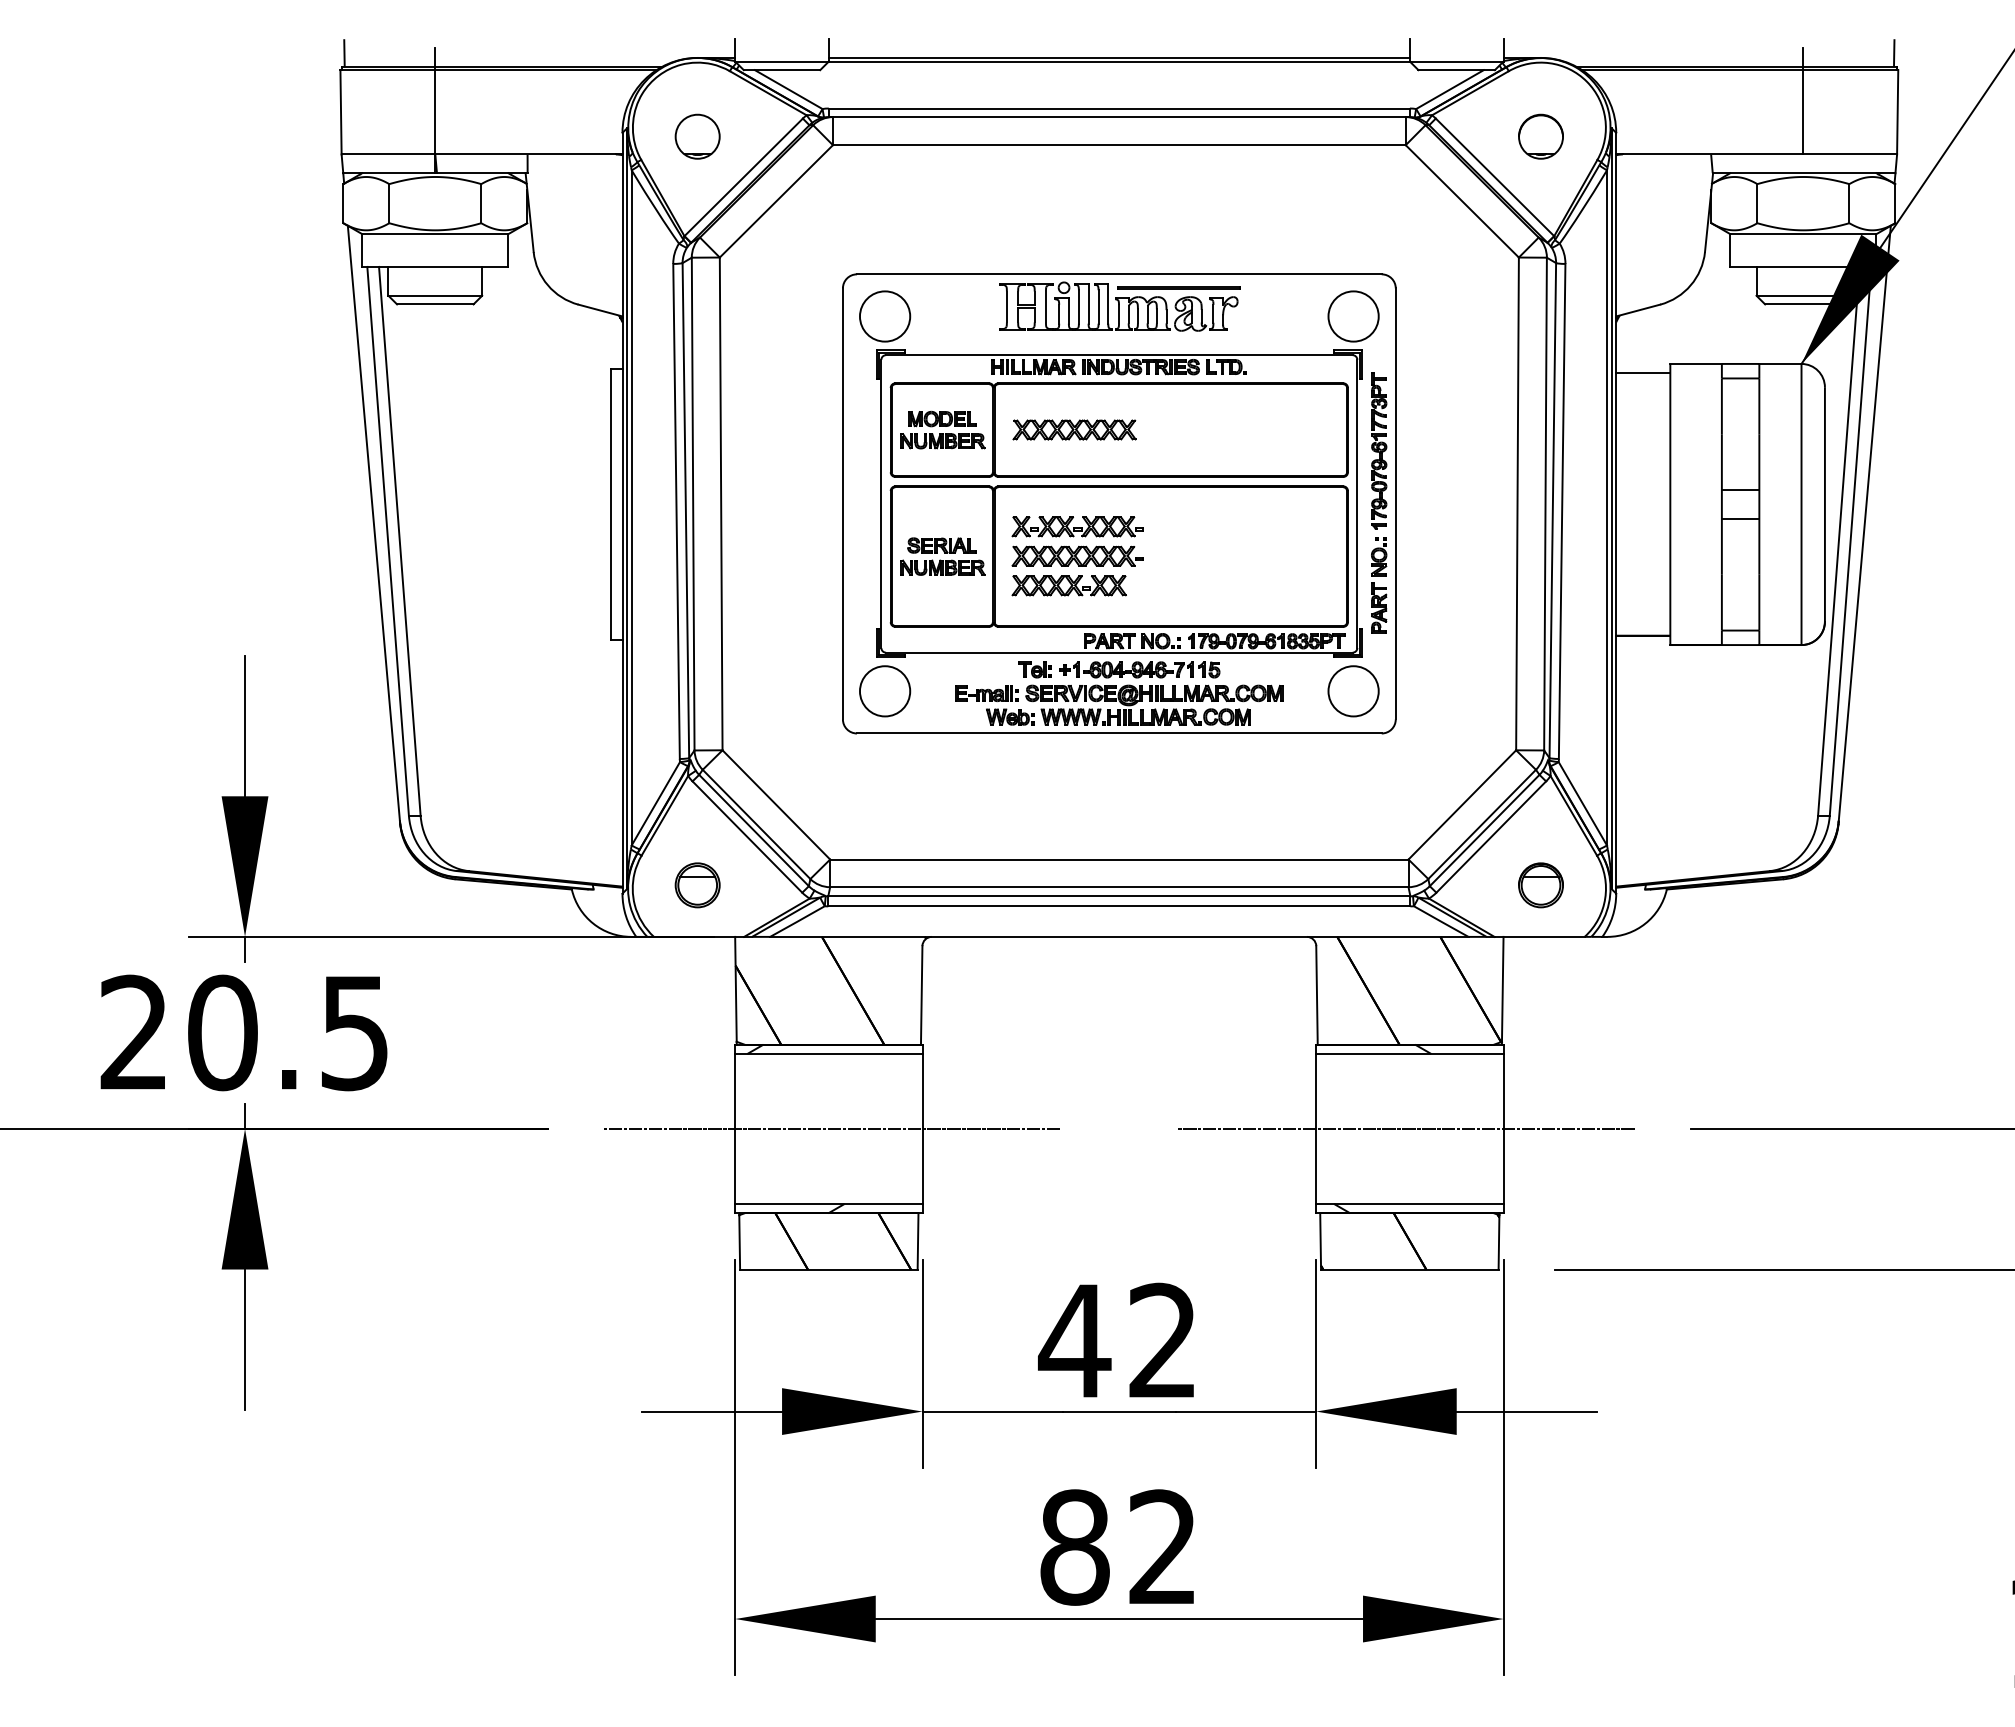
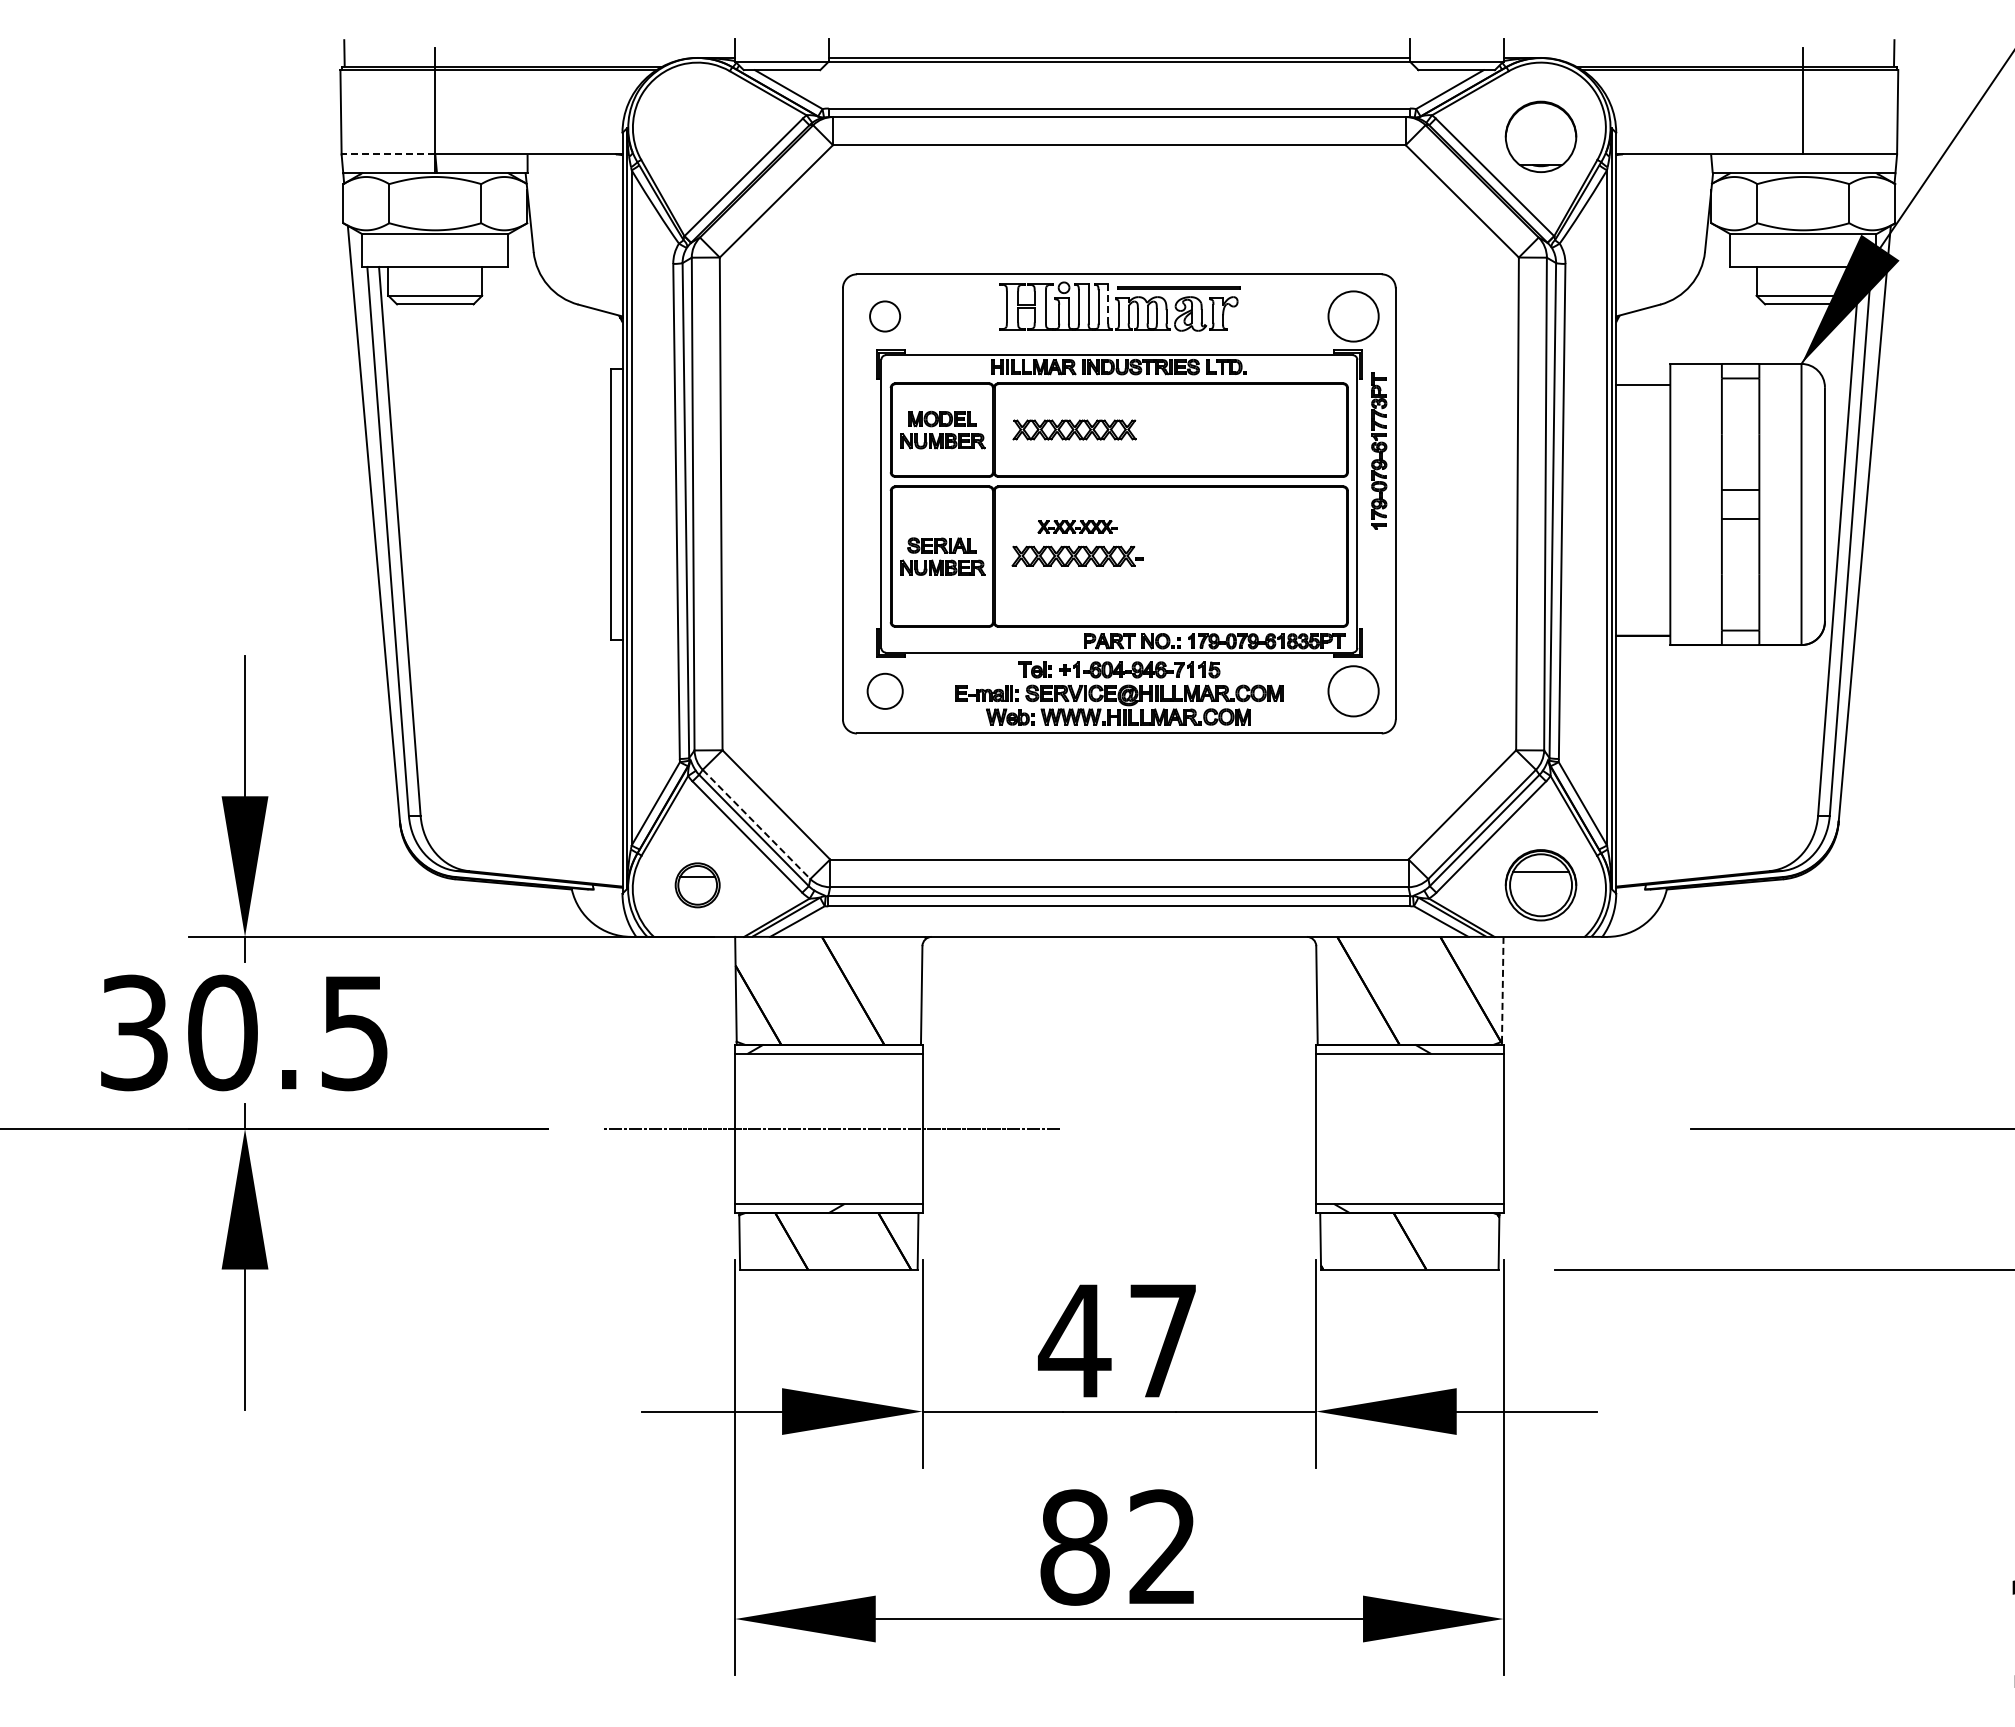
part at (697, 136): present -> none
part at (1540, 136) size: 46x47 px -> 74x73 px
line at (388, 154): solid -> dashed
line at (1108, 304): solid -> dashed
circle at (884, 316) diameter: 50 px -> 30 px
line at (1643, 373) position: (1643, 373) -> (1643, 385)
part at (1077, 526) size: 133x22 px -> 81x14 px
part at (1068, 585): present -> none
part at (1379, 585): present -> none
circle at (885, 691) size: 53x53 px -> 38x38 px
line at (756, 824): solid -> dashed
part at (1540, 885) size: 46x47 px -> 74x73 px
line at (1502, 989): solid -> dashed
text at (133, 1032): 20.5 -> 30.5
line at (1406, 1128): present -> none
text at (1162, 1339): 42 -> 47
